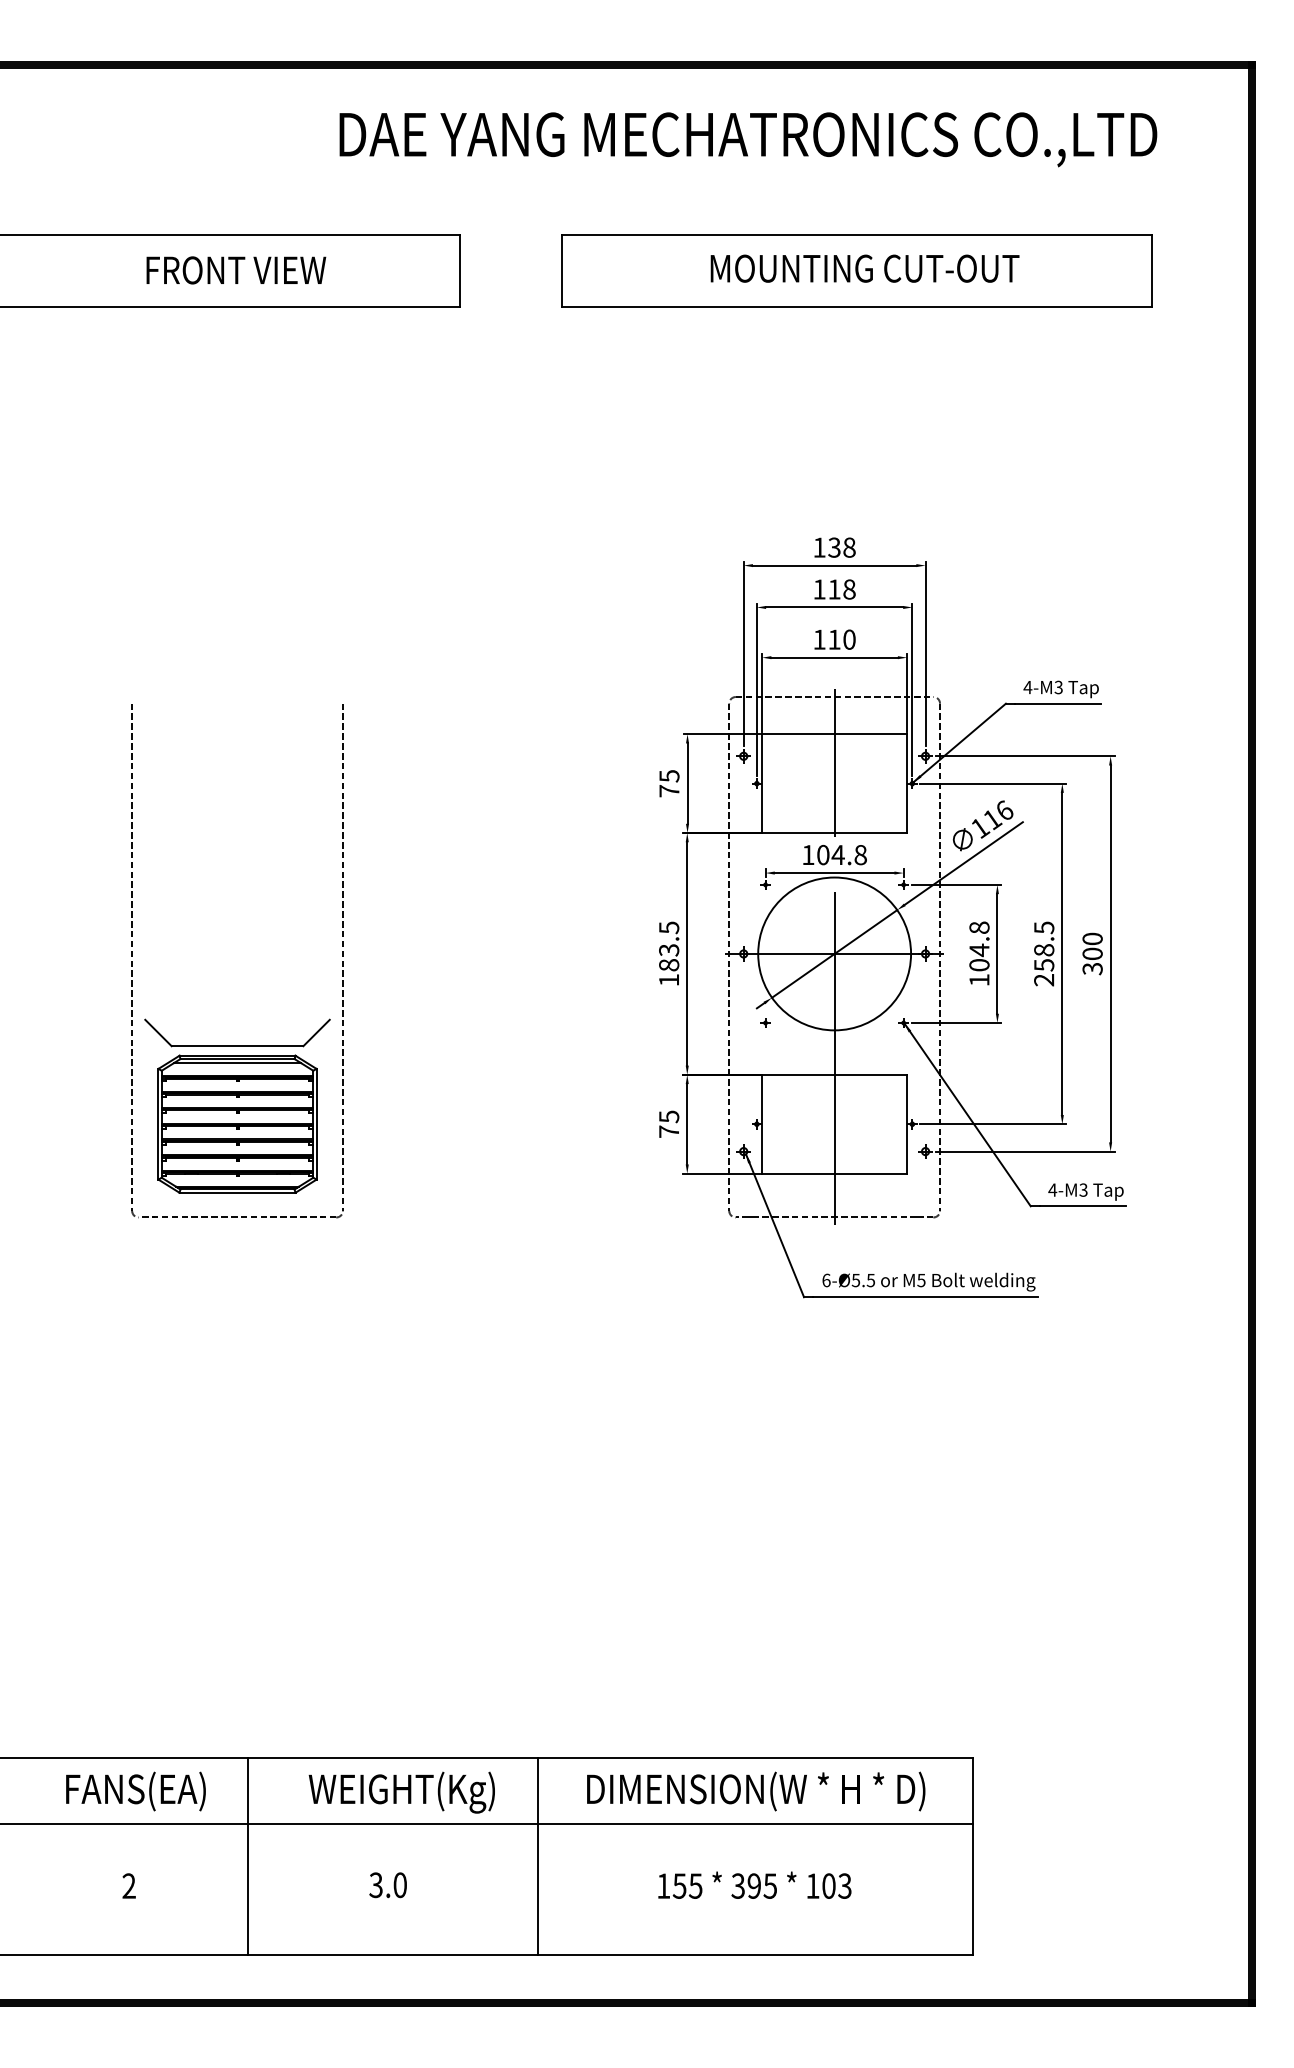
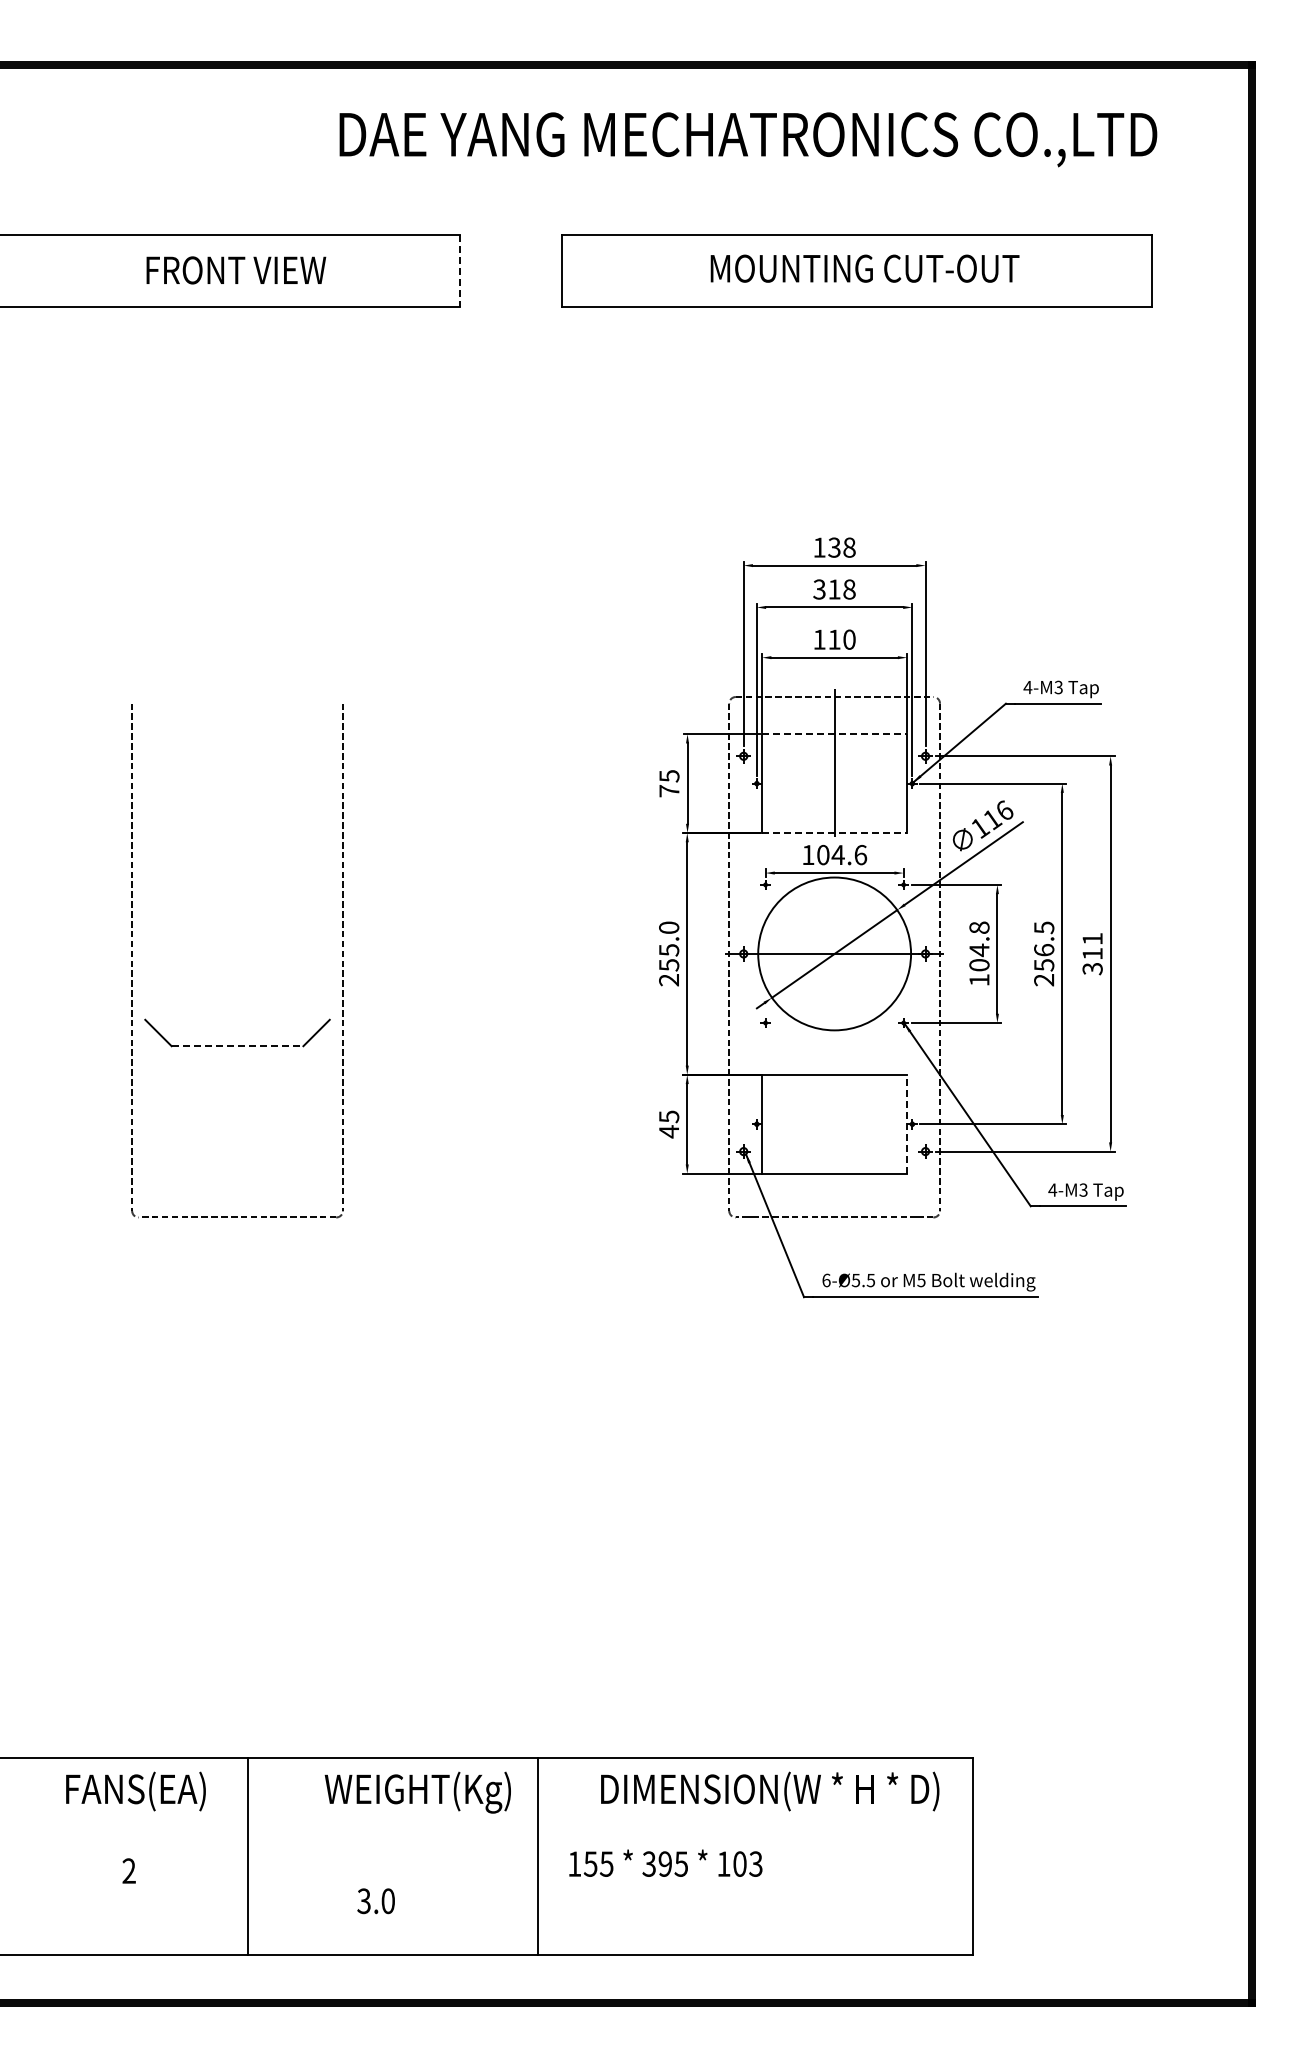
line at (460, 271): solid -> dashed
text at (819, 589): 118 -> 318
line at (835, 734): solid -> dashed
line at (835, 833): solid -> dashed
text at (860, 854): 104.8 -> 104.6
text at (1092, 945): 300 -> 311
text at (1044, 950): 258.5 -> 256.5
text at (669, 953): 183.5 -> 255.0
line at (237, 1046): solid -> dashed
line at (834, 1058): present -> none
part at (237, 1123): present -> none
line at (907, 1123): solid -> dashed
text at (668, 1131): 75 -> 45
text at (756, 1791) position: (756, 1791) -> (770, 1791)
text at (401, 1792) position: (401, 1792) -> (417, 1792)
line at (487, 1823): present -> none
text at (754, 1884) position: (754, 1884) -> (665, 1862)
text at (128, 1885) position: (128, 1885) -> (128, 1870)
text at (387, 1885) position: (387, 1885) -> (375, 1901)
